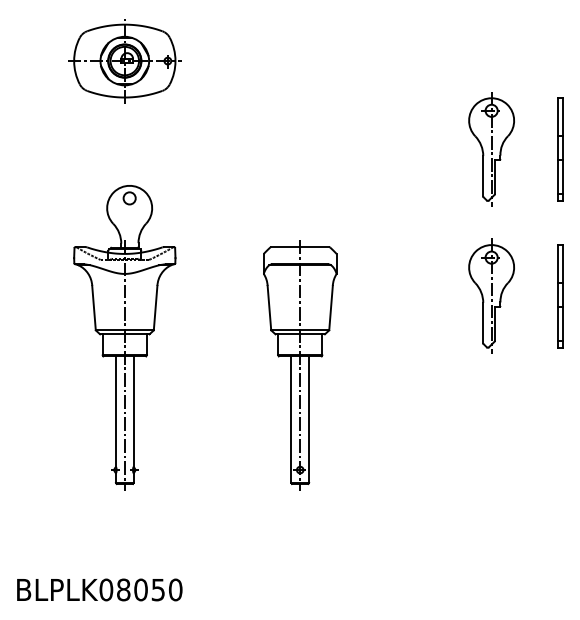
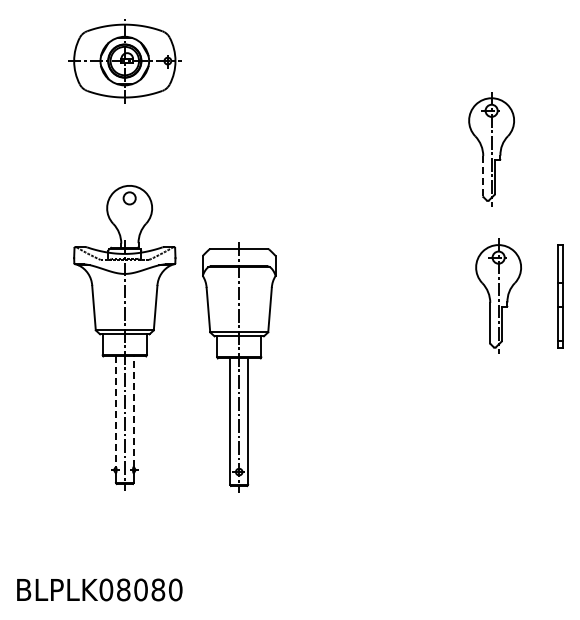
part at (560, 149): present -> none
line at (483, 175): solid -> dashed
part at (491, 295) position: (491, 295) -> (498, 295)
part at (300, 365) position: (300, 365) -> (239, 367)
line at (133, 411): solid -> dashed
line at (115, 412): solid -> dashed
text at (158, 589): BLPLK08050 -> BLPLK08080
